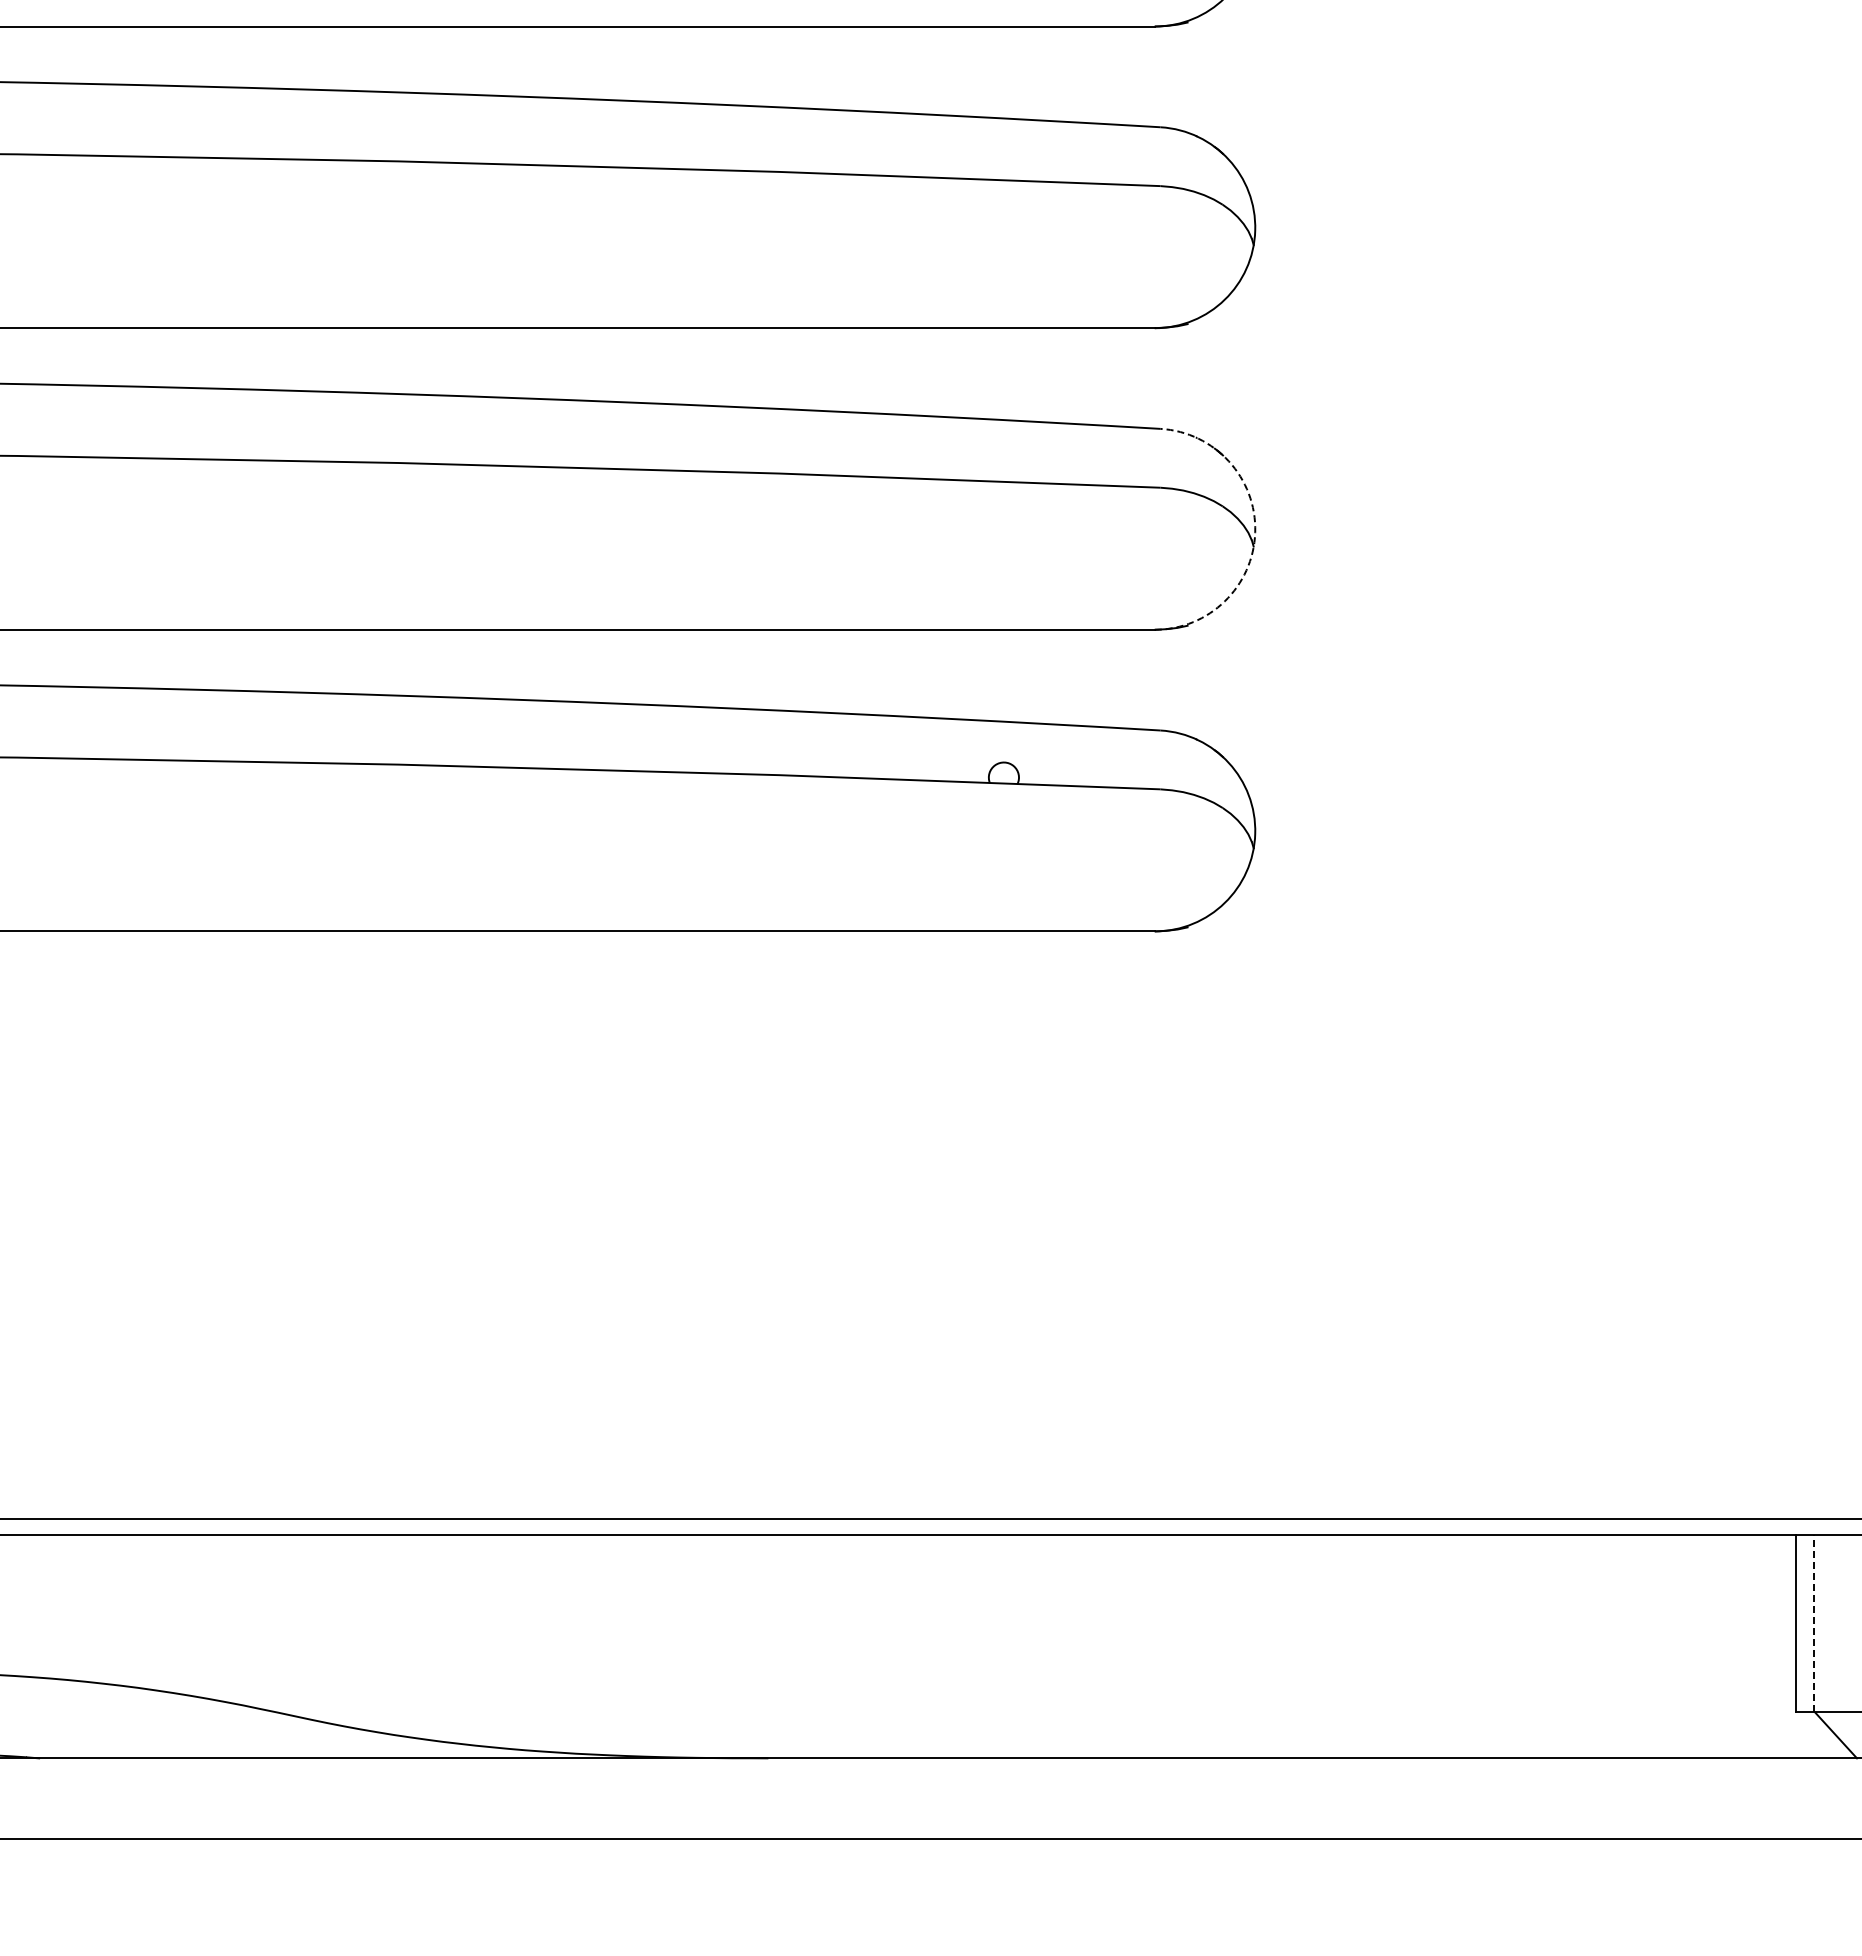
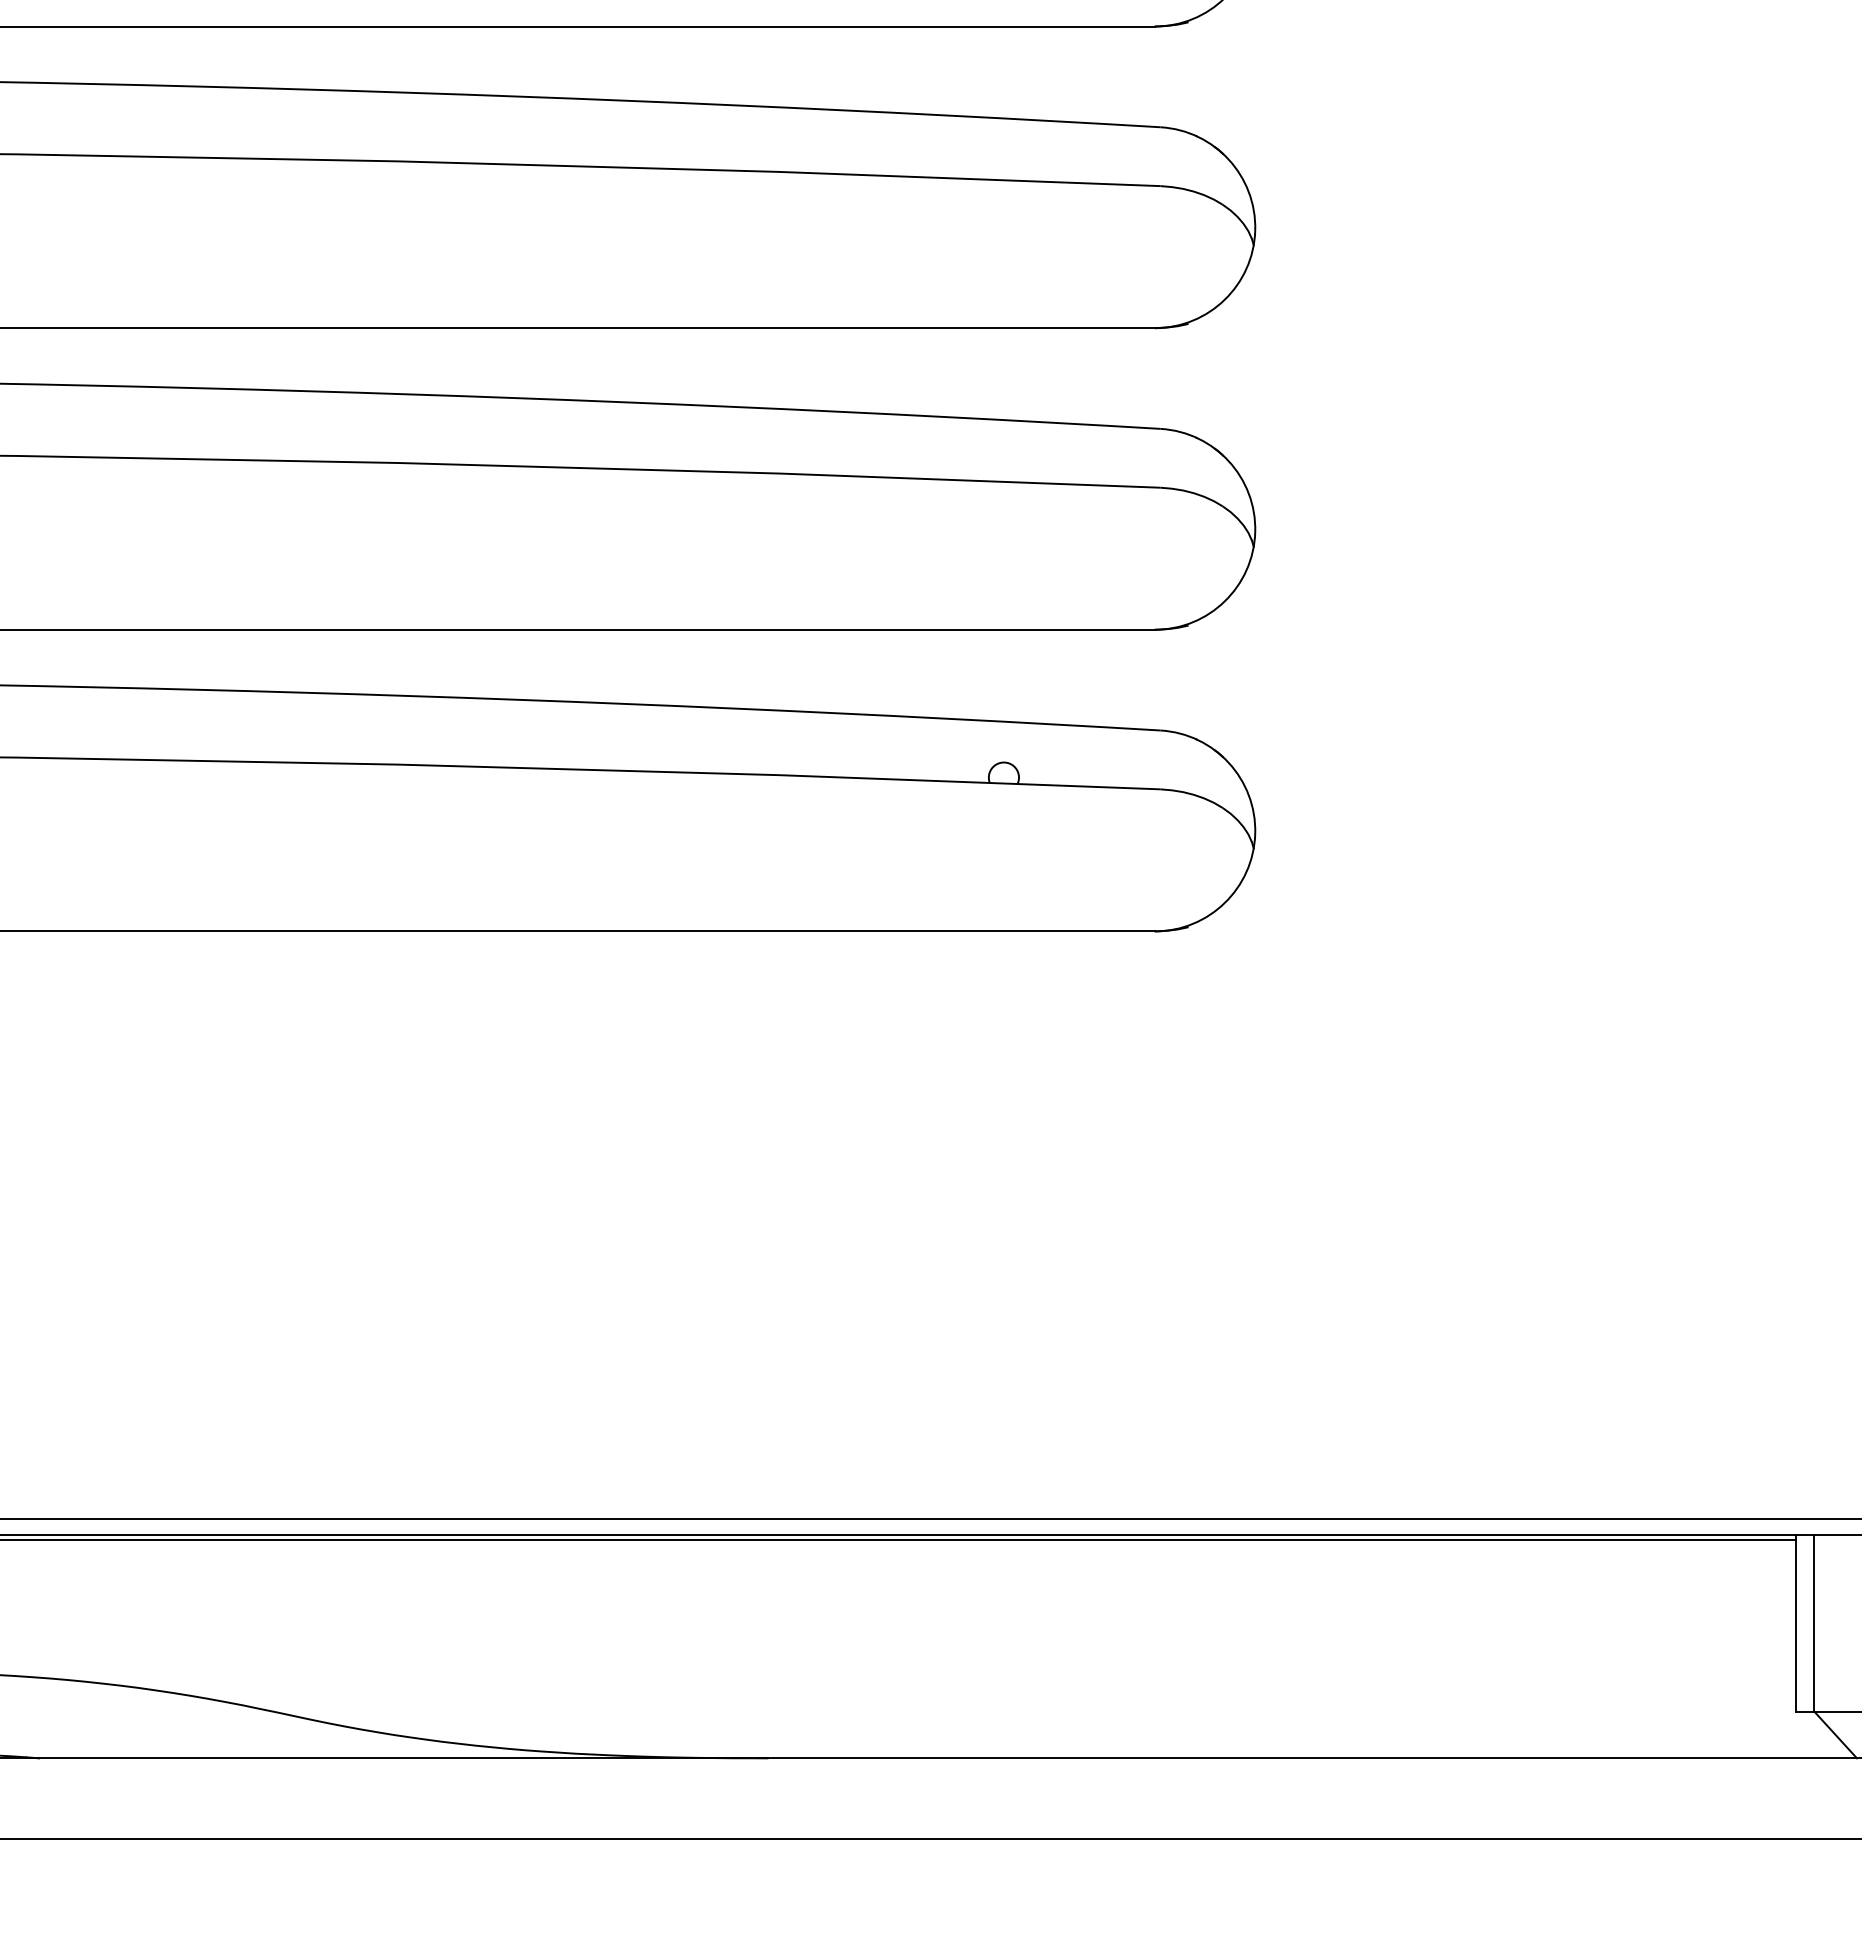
arc at (1255, 532): dashed -> solid
line at (898, 1539): none -> present
line at (1813, 1623): dashed -> solid
